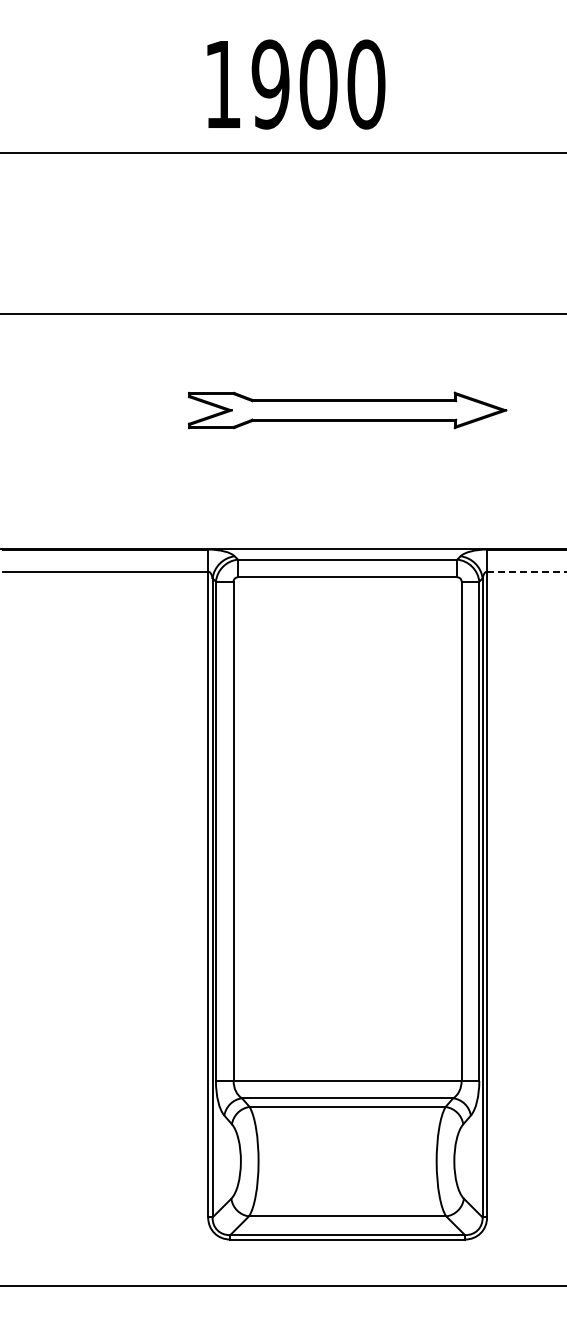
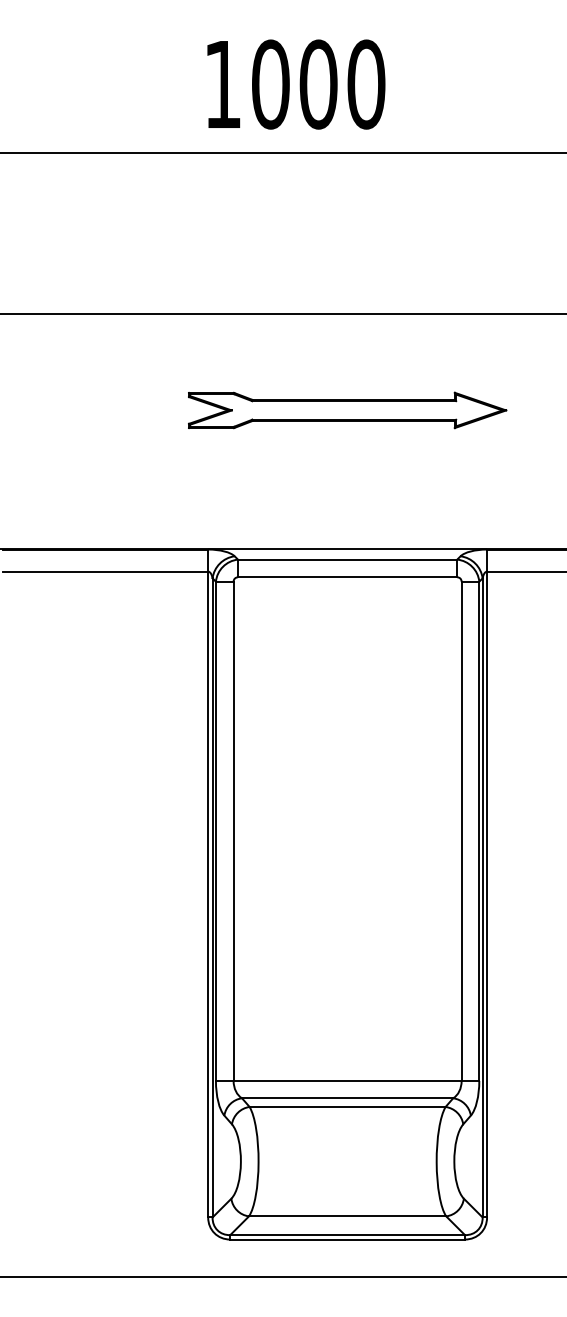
text at (270, 84): 1900 -> 1000
line at (526, 571): dashed -> solid
line at (282, 1286) position: (282, 1286) -> (282, 1277)
